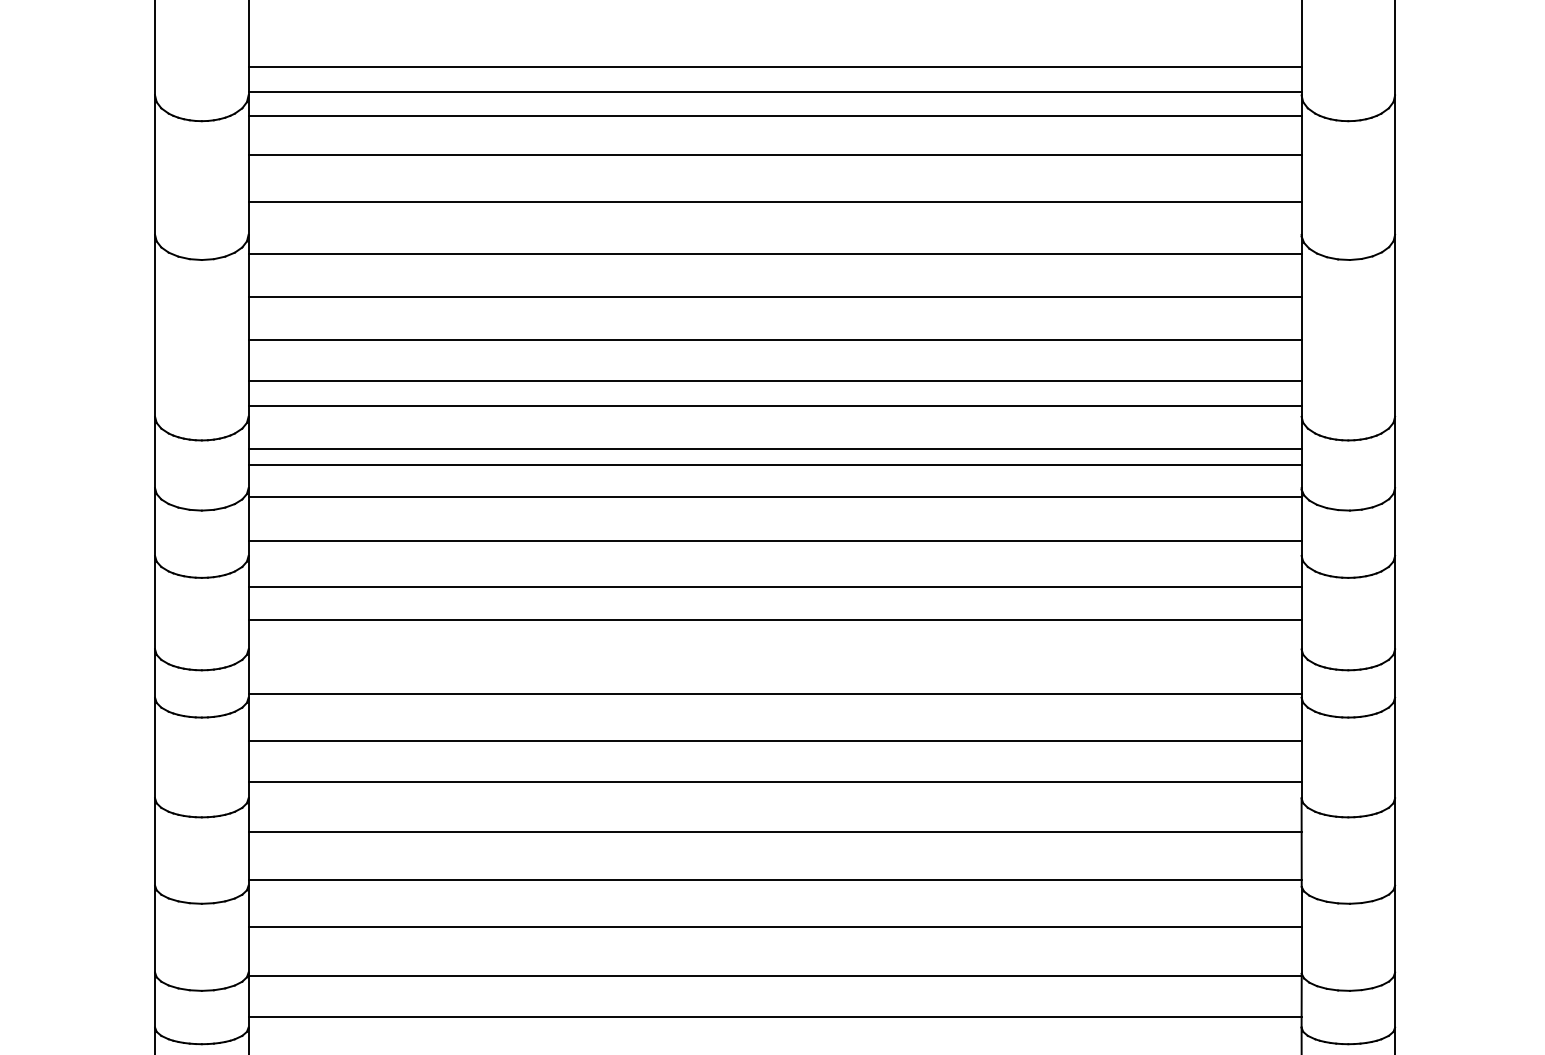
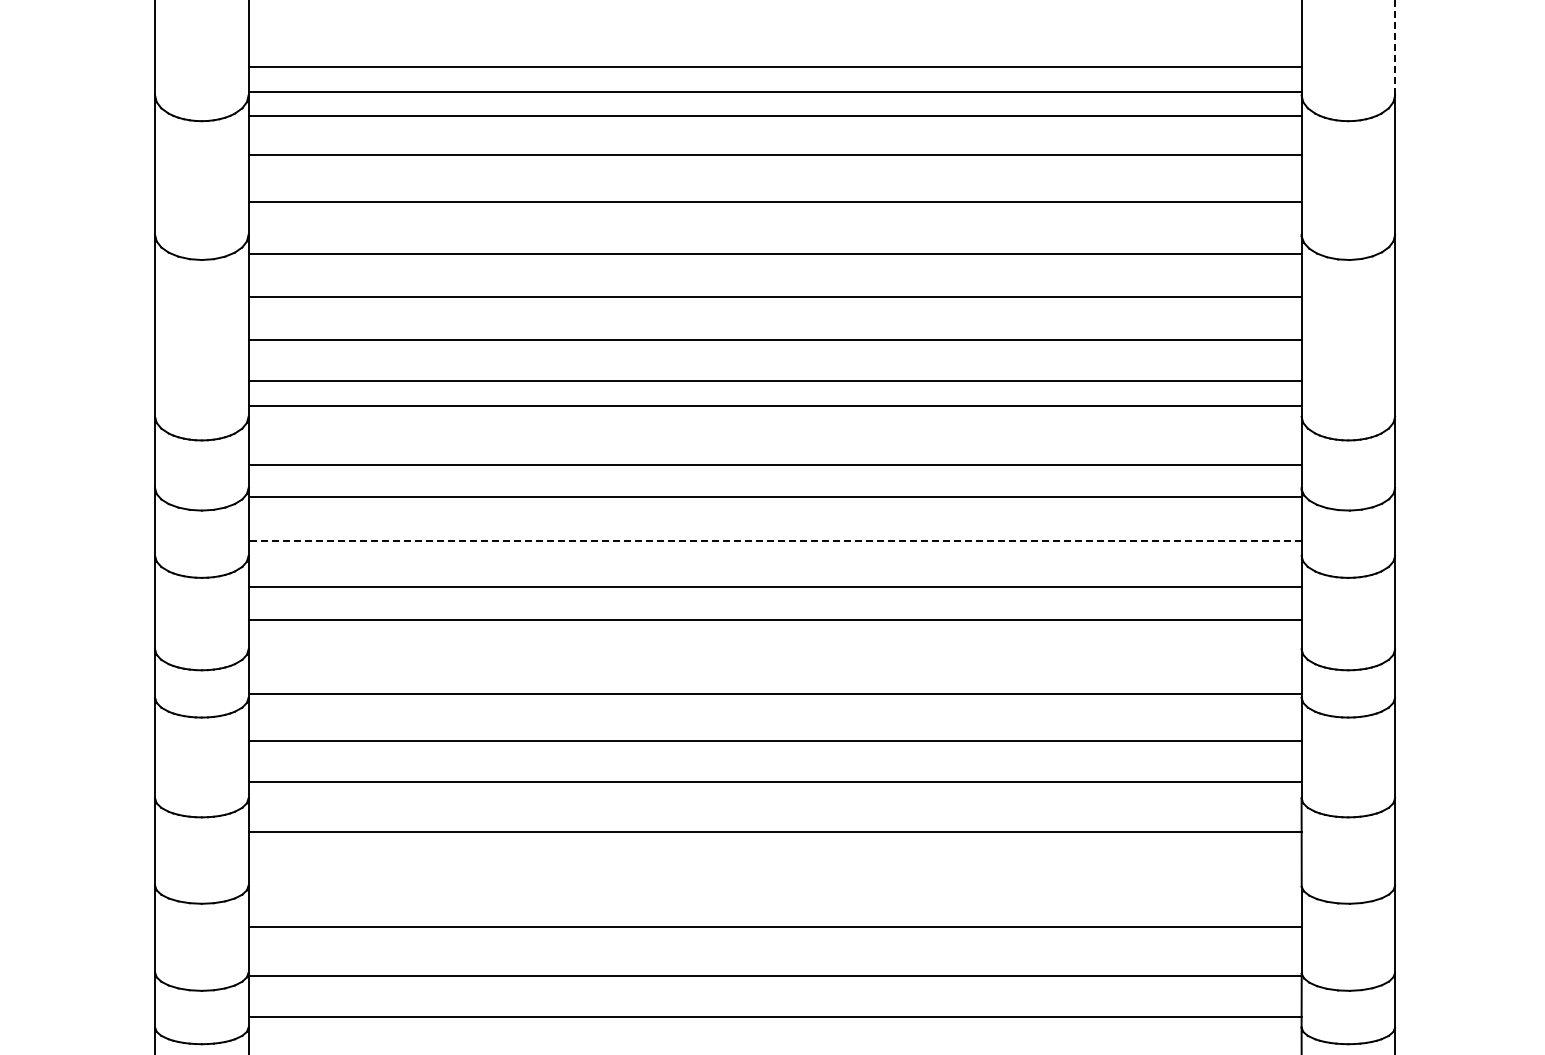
line at (1395, 47): solid -> dashed
line at (774, 448): present -> none
line at (775, 540): solid -> dashed
line at (774, 879): present -> none
